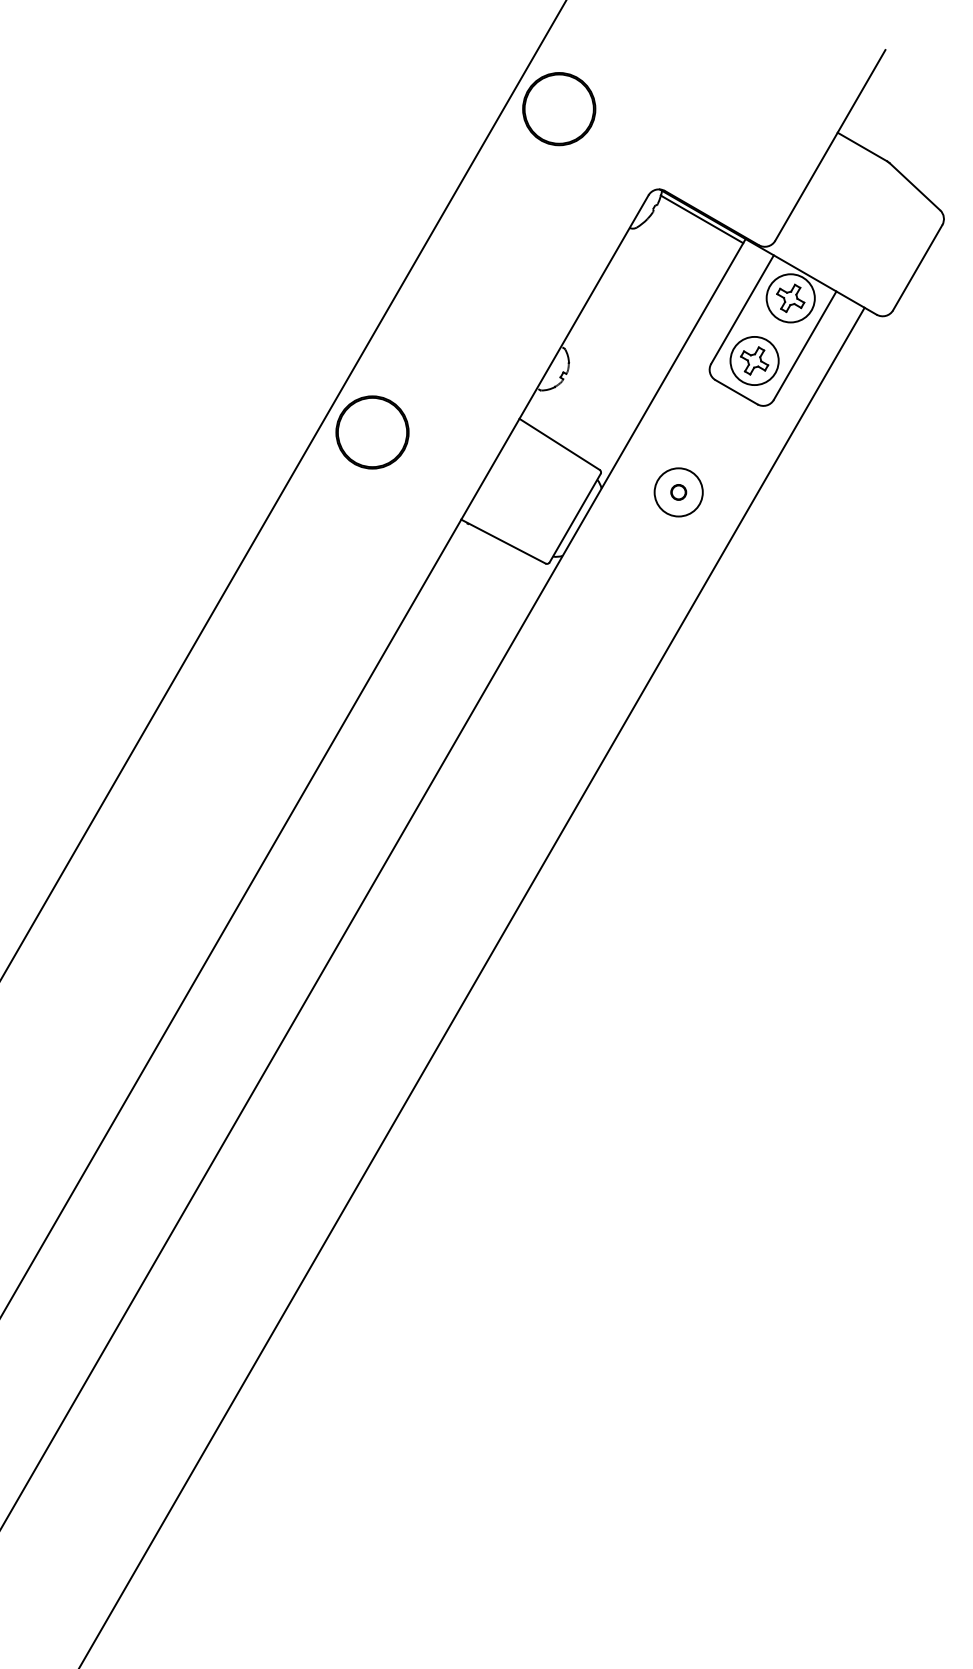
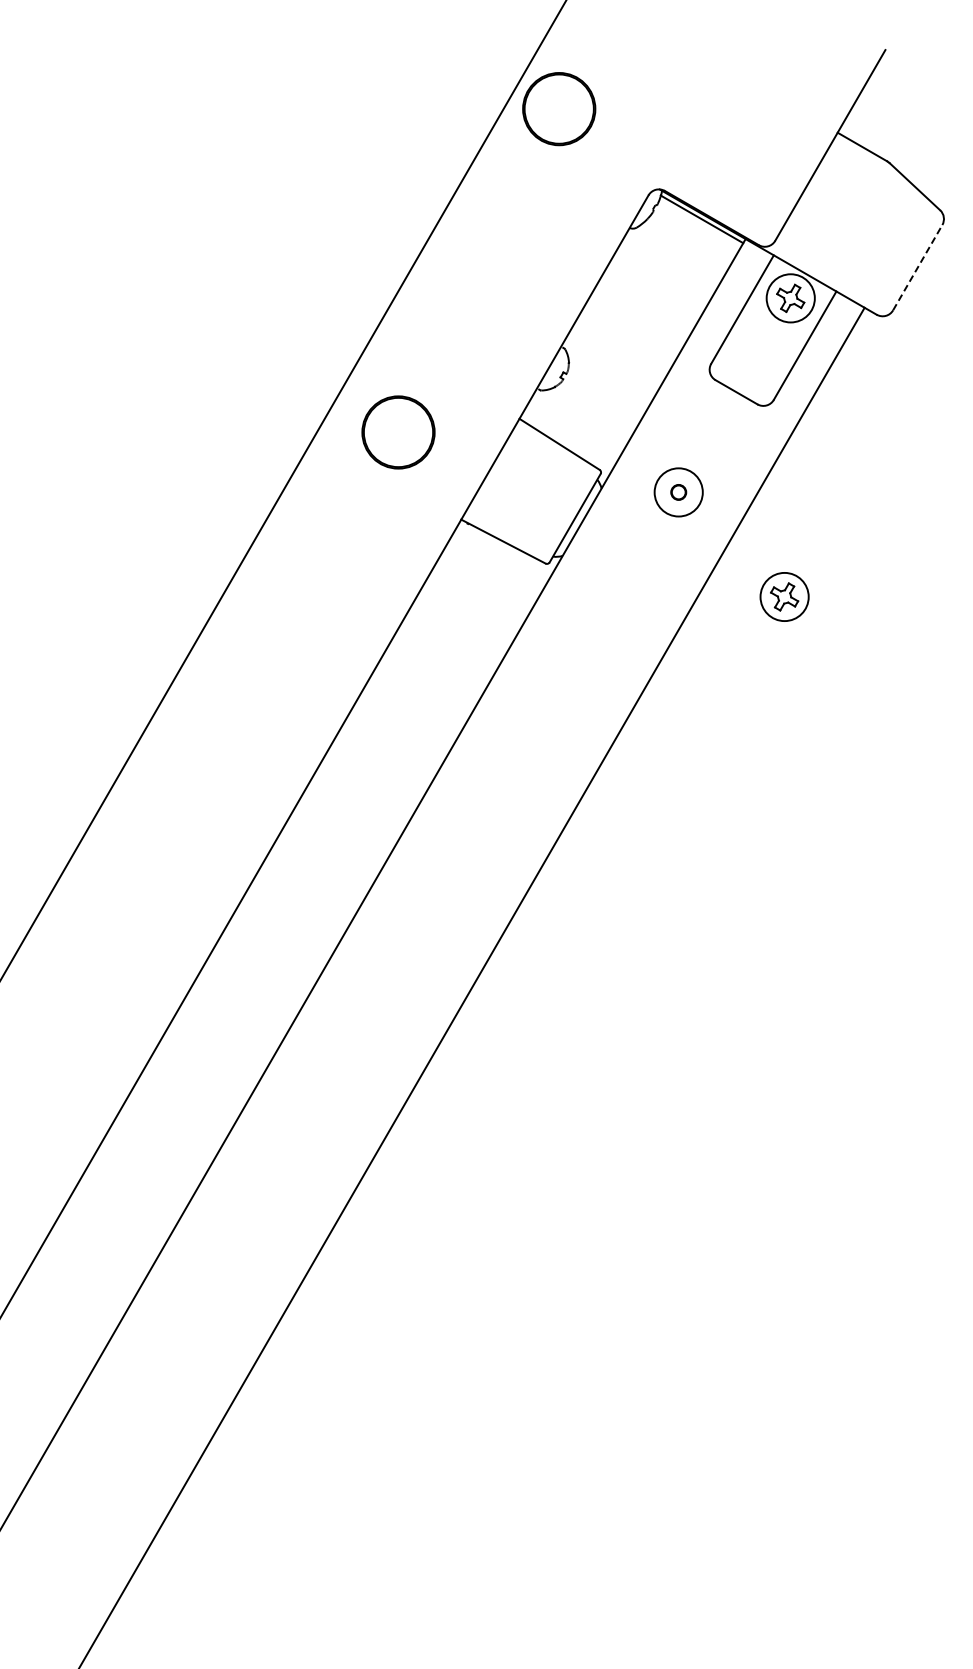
line at (918, 267): solid -> dashed
part at (754, 360) position: (754, 360) -> (784, 596)
circle at (372, 432) position: (372, 432) -> (398, 432)
